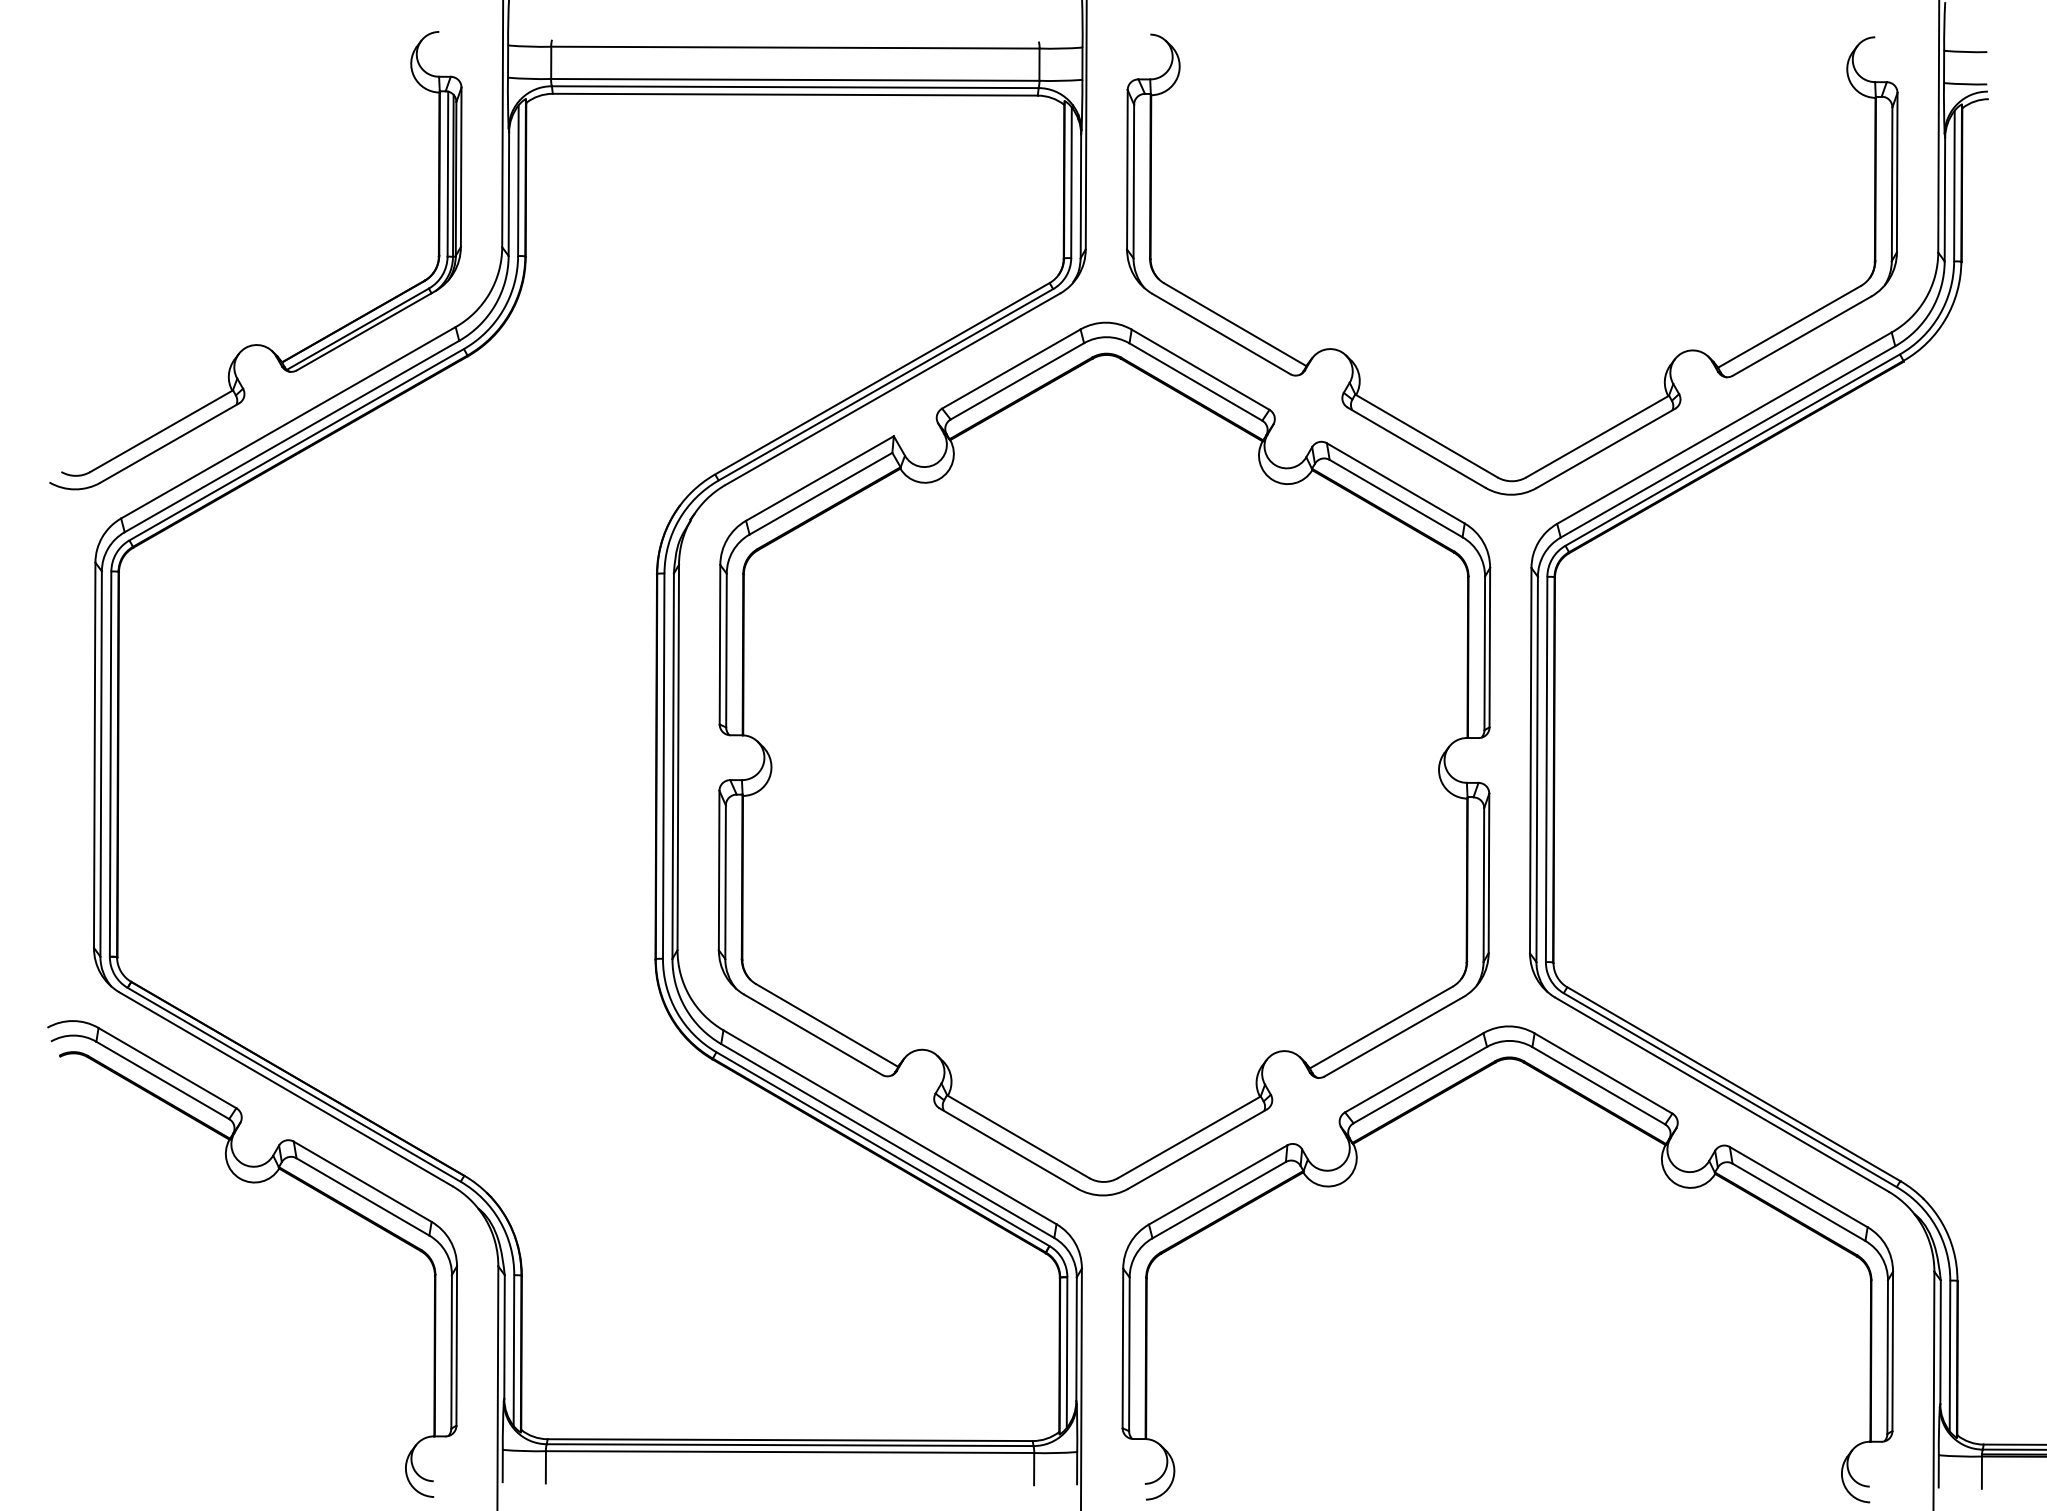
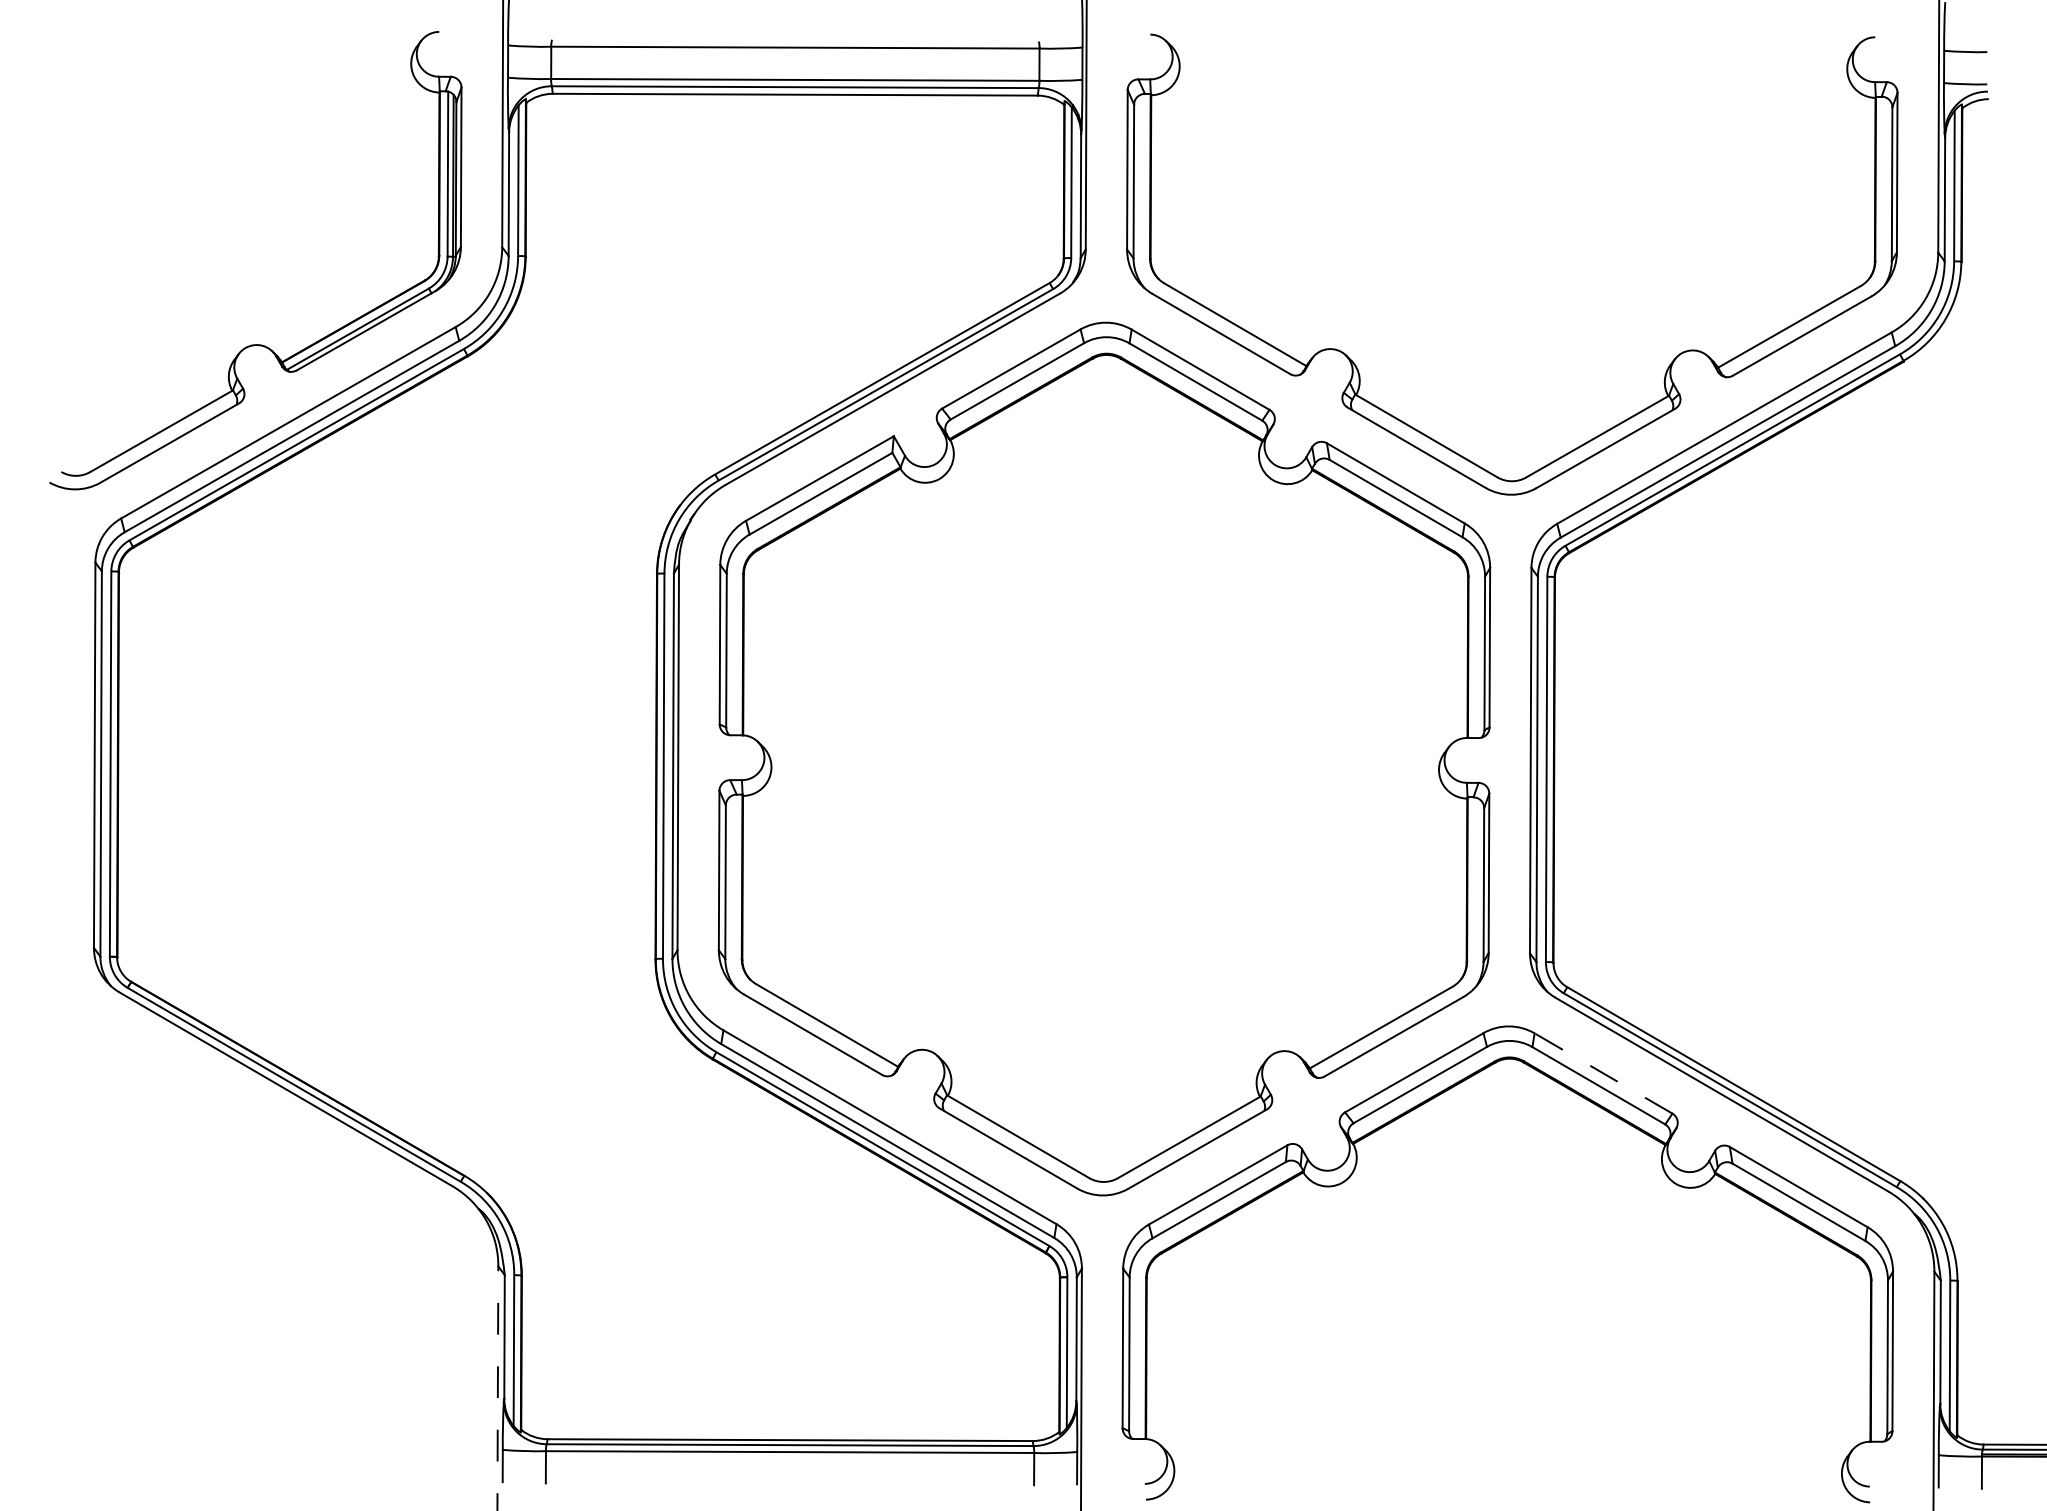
line at (1603, 1073): solid -> dashed
part at (252, 1183): present -> none
line at (497, 1388): solid -> dashed
